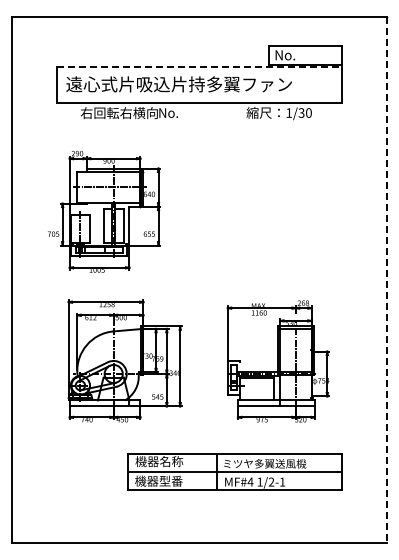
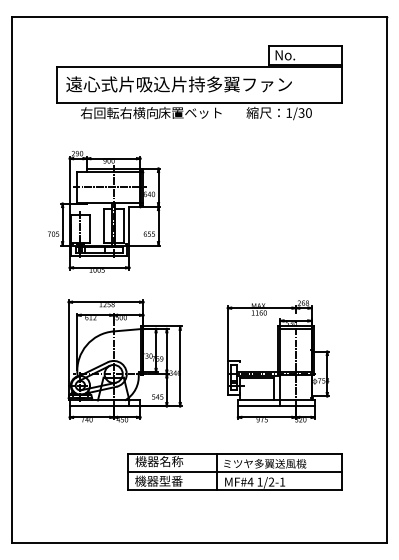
line at (199, 66): dashed -> solid
text at (189, 112): No. -> 床置ベット
line at (386, 280): dashed -> solid
